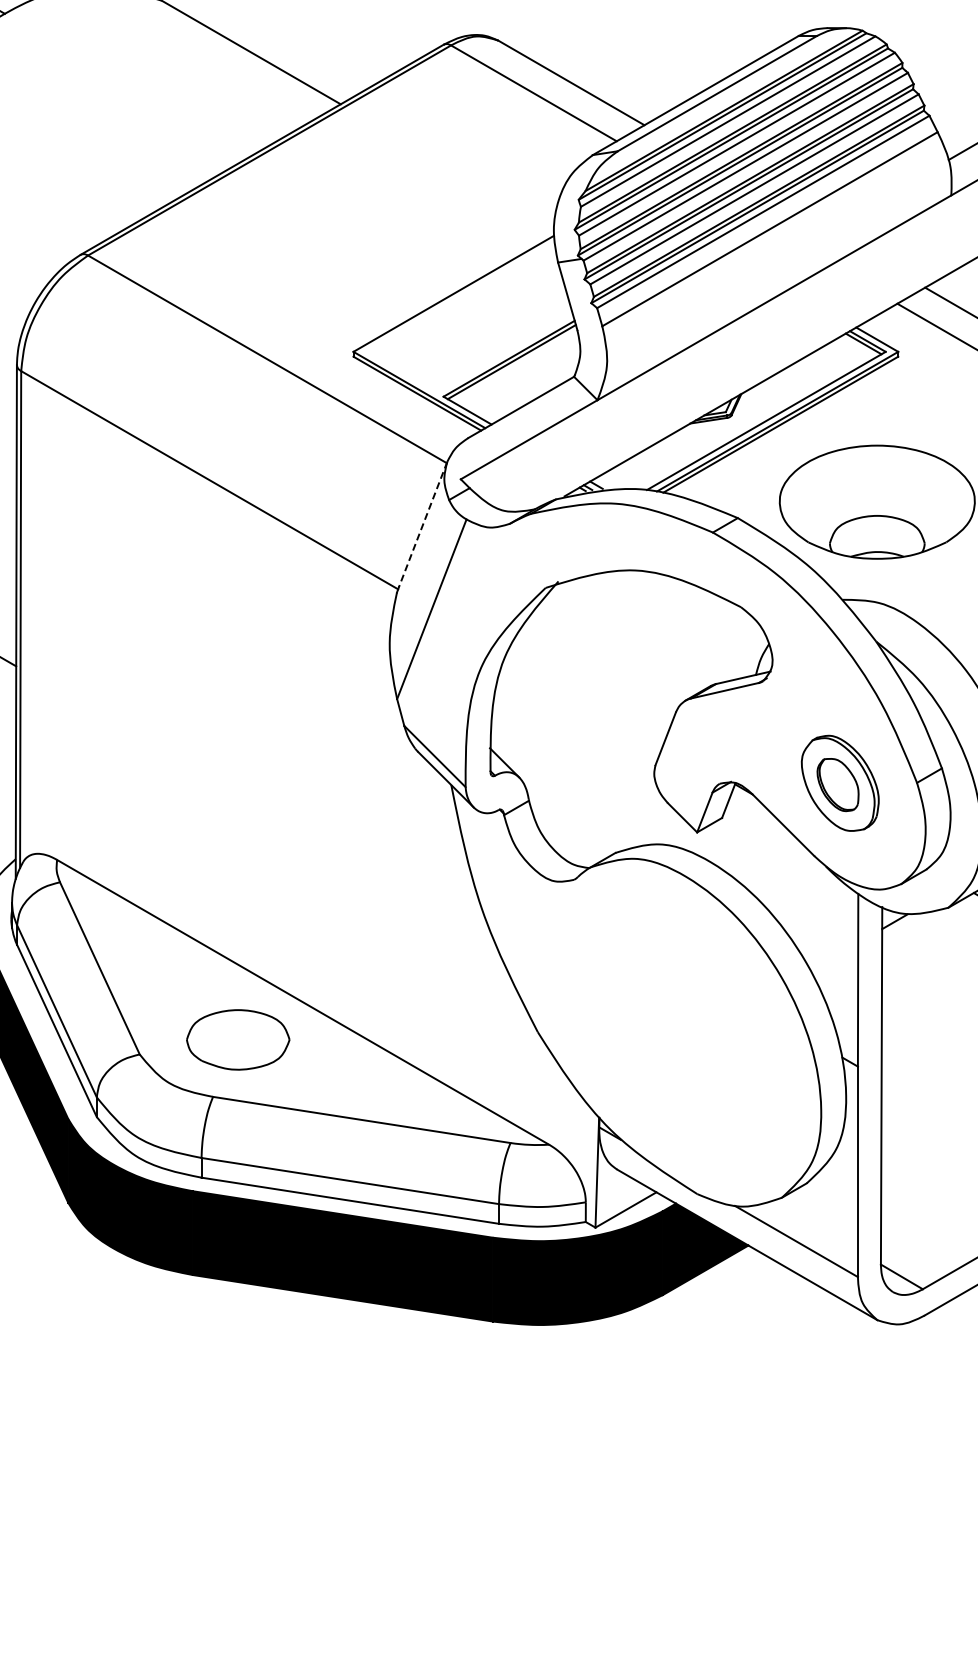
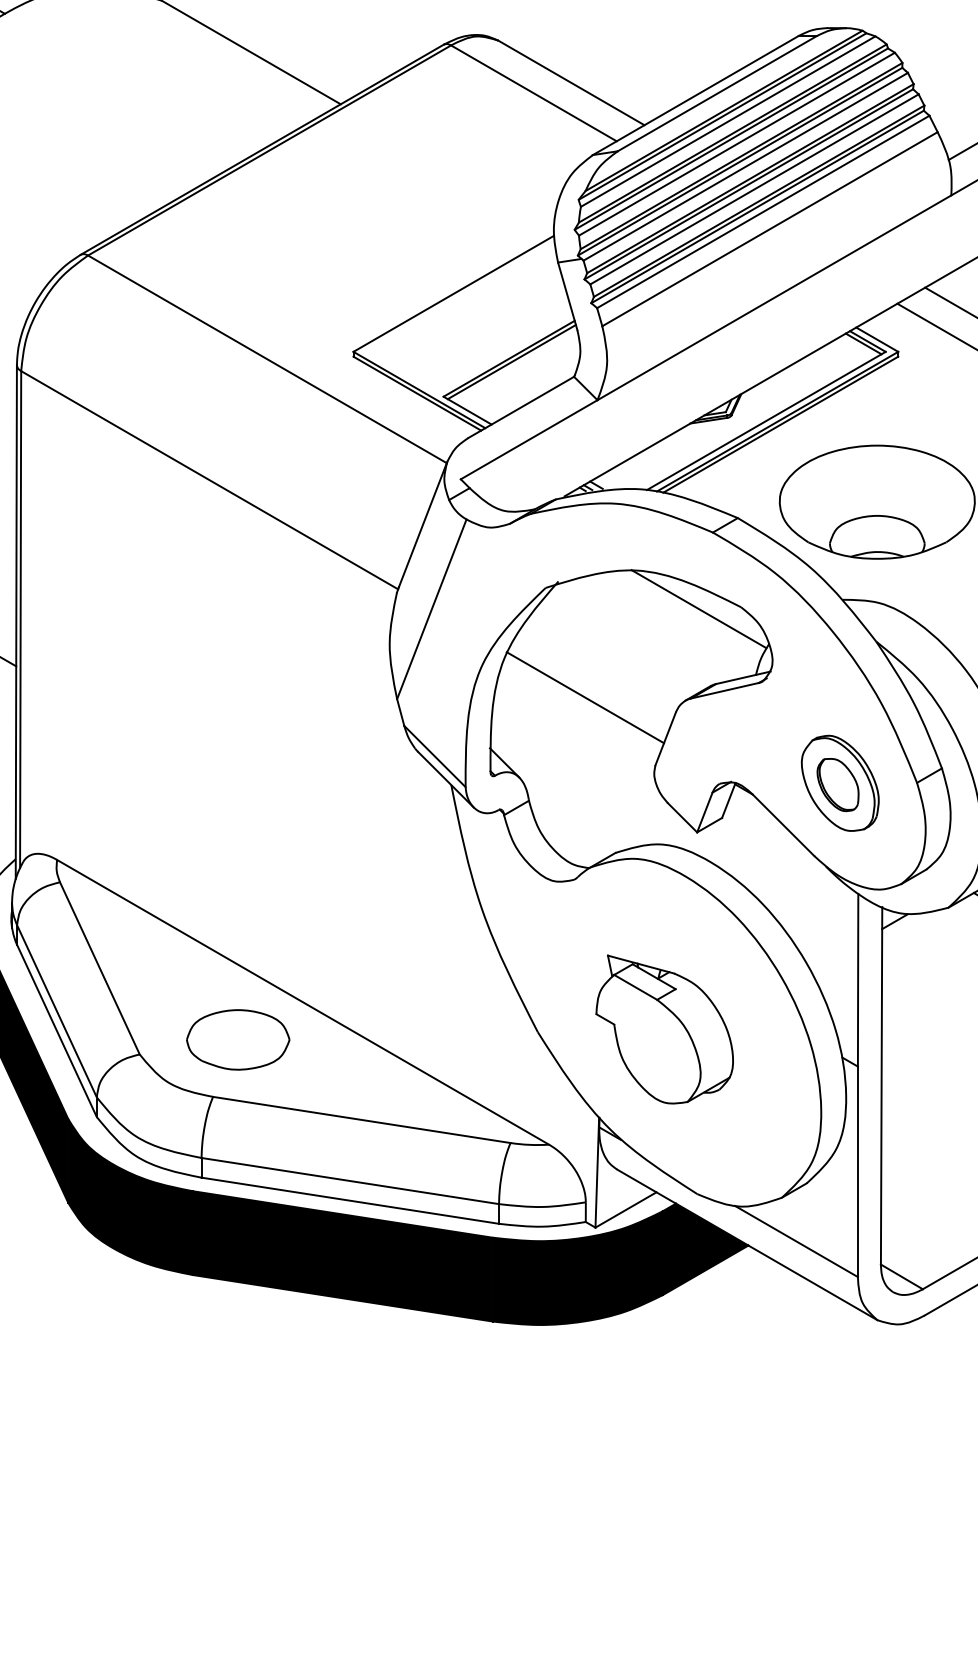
line at (422, 525): dashed -> solid
line at (698, 609): none -> present
line at (585, 697): none -> present
part at (664, 1029): none -> present
